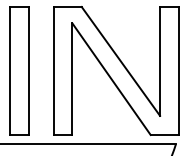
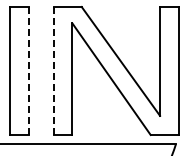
line at (28, 70): solid -> dashed
line at (53, 70): solid -> dashed
